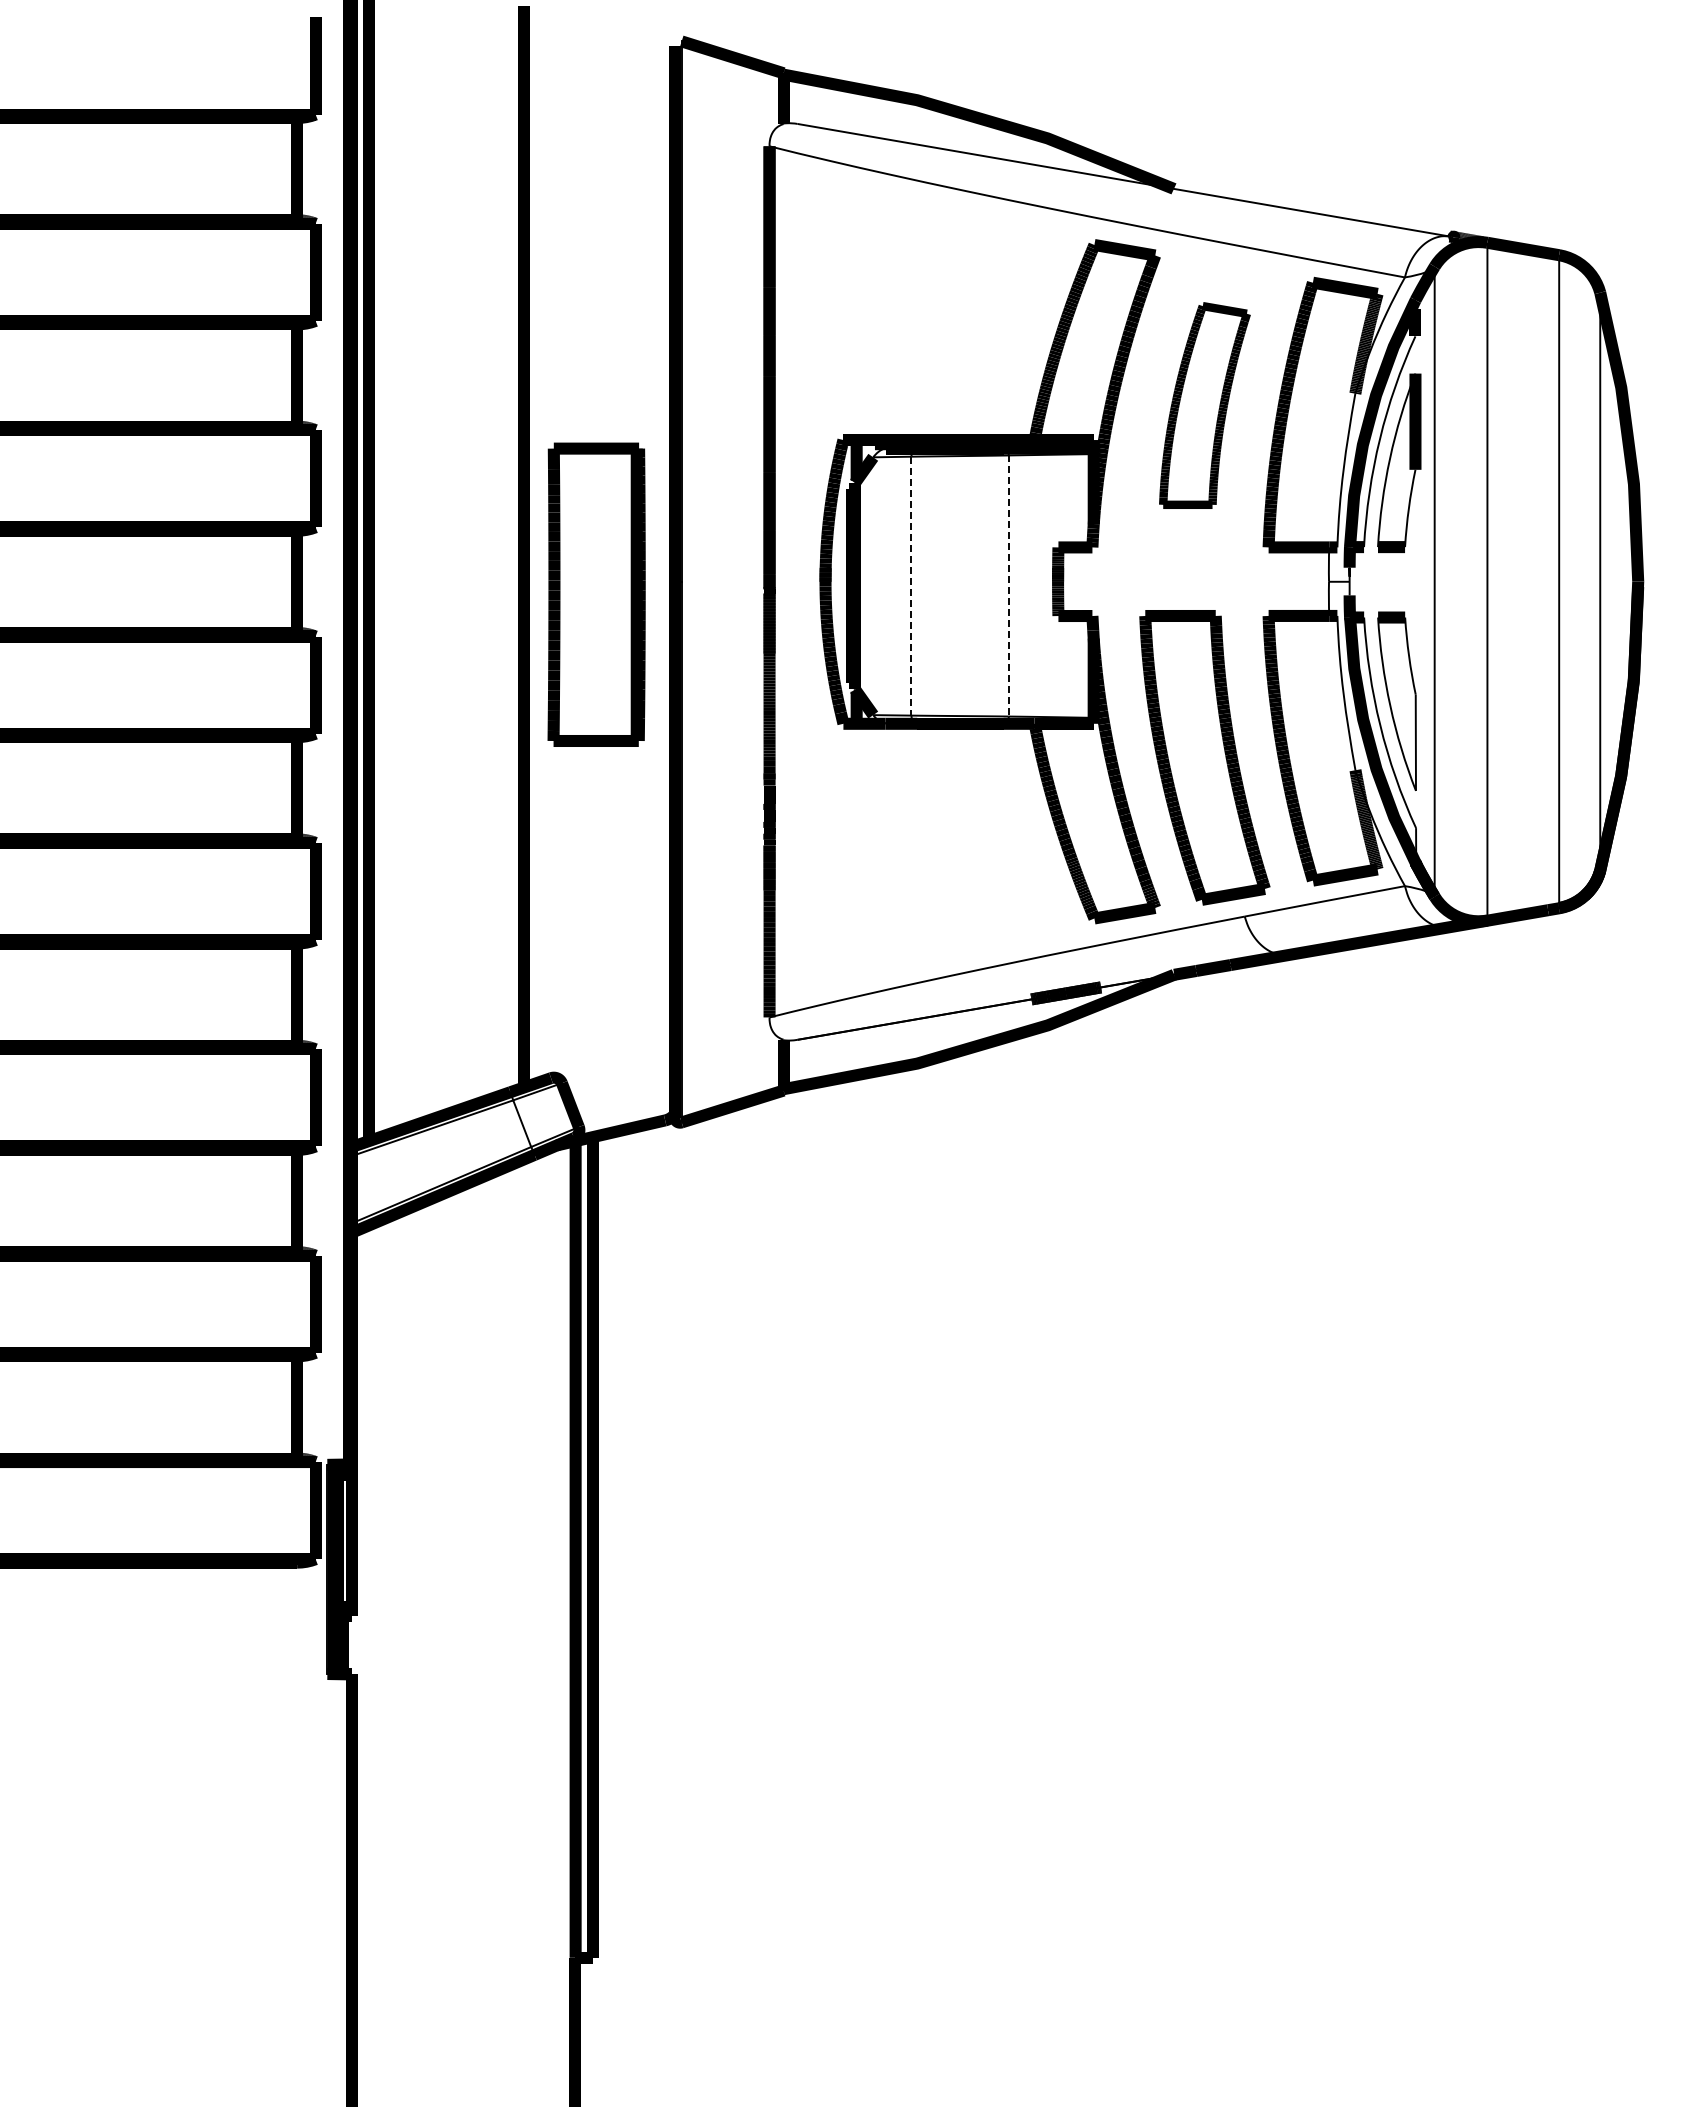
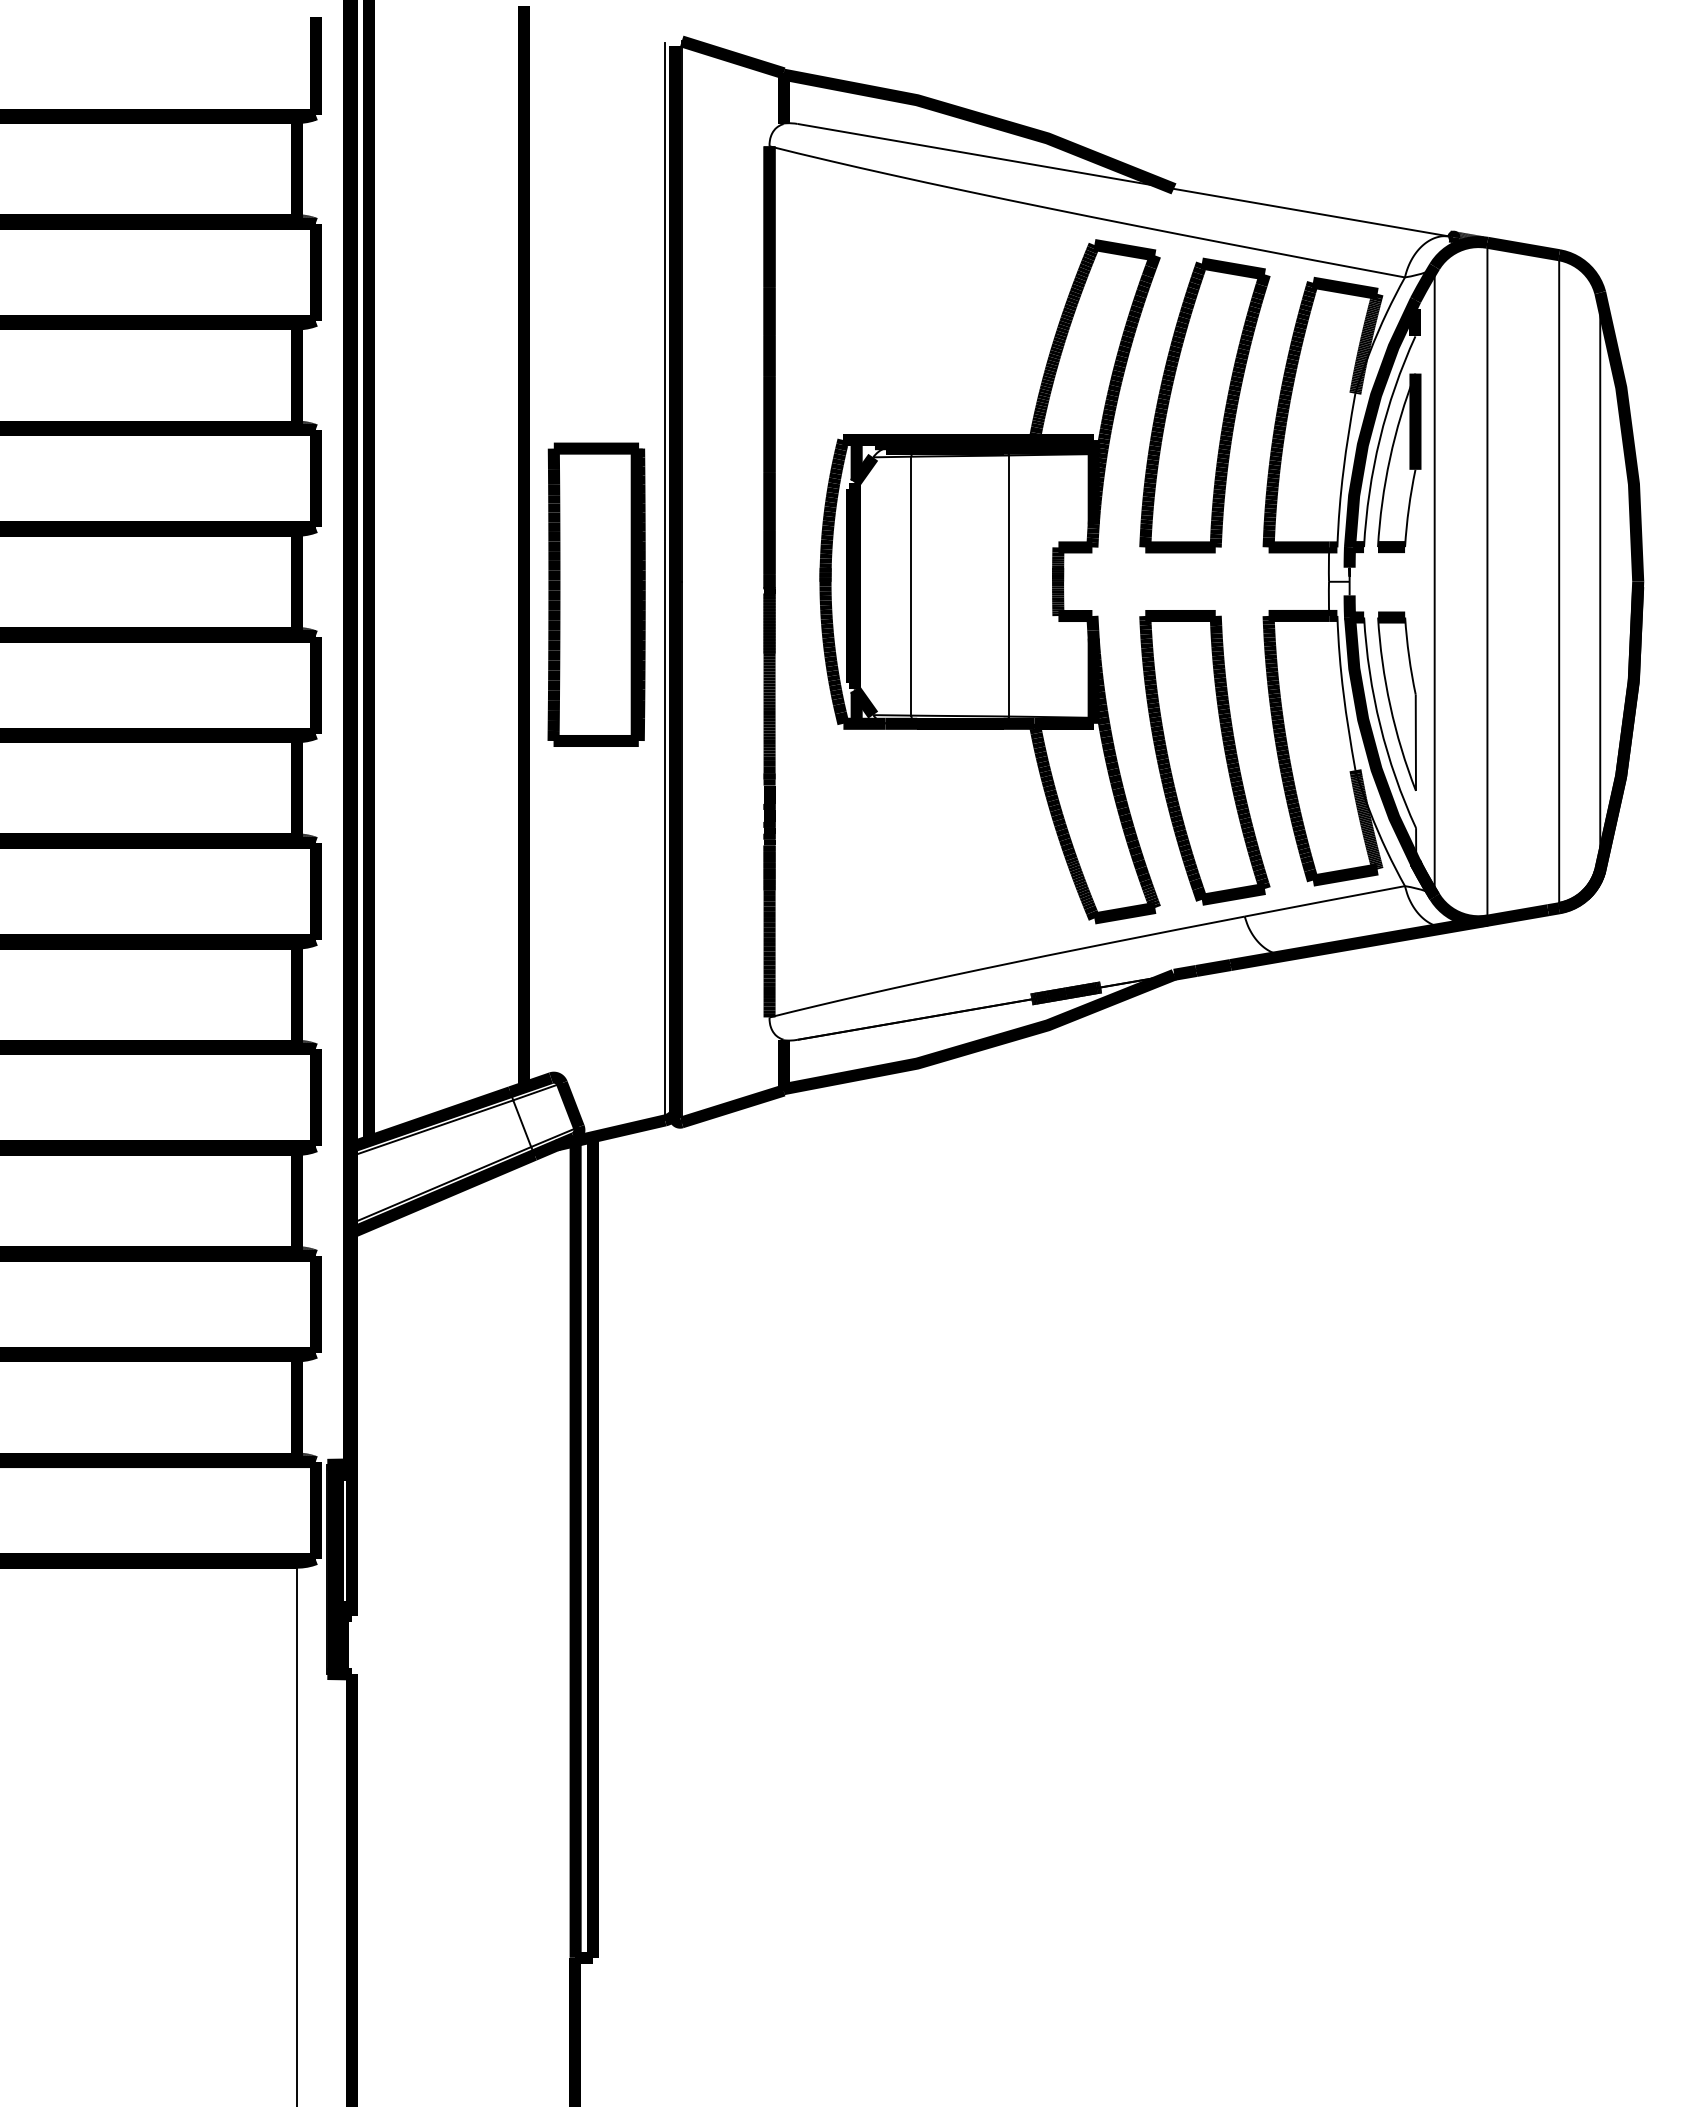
part at (1204, 405) size: 92x207 px -> 132x297 px
line at (665, 581): none -> present
line at (911, 586): dashed -> solid
line at (1008, 586): dashed -> solid
line at (297, 1832): none -> present
